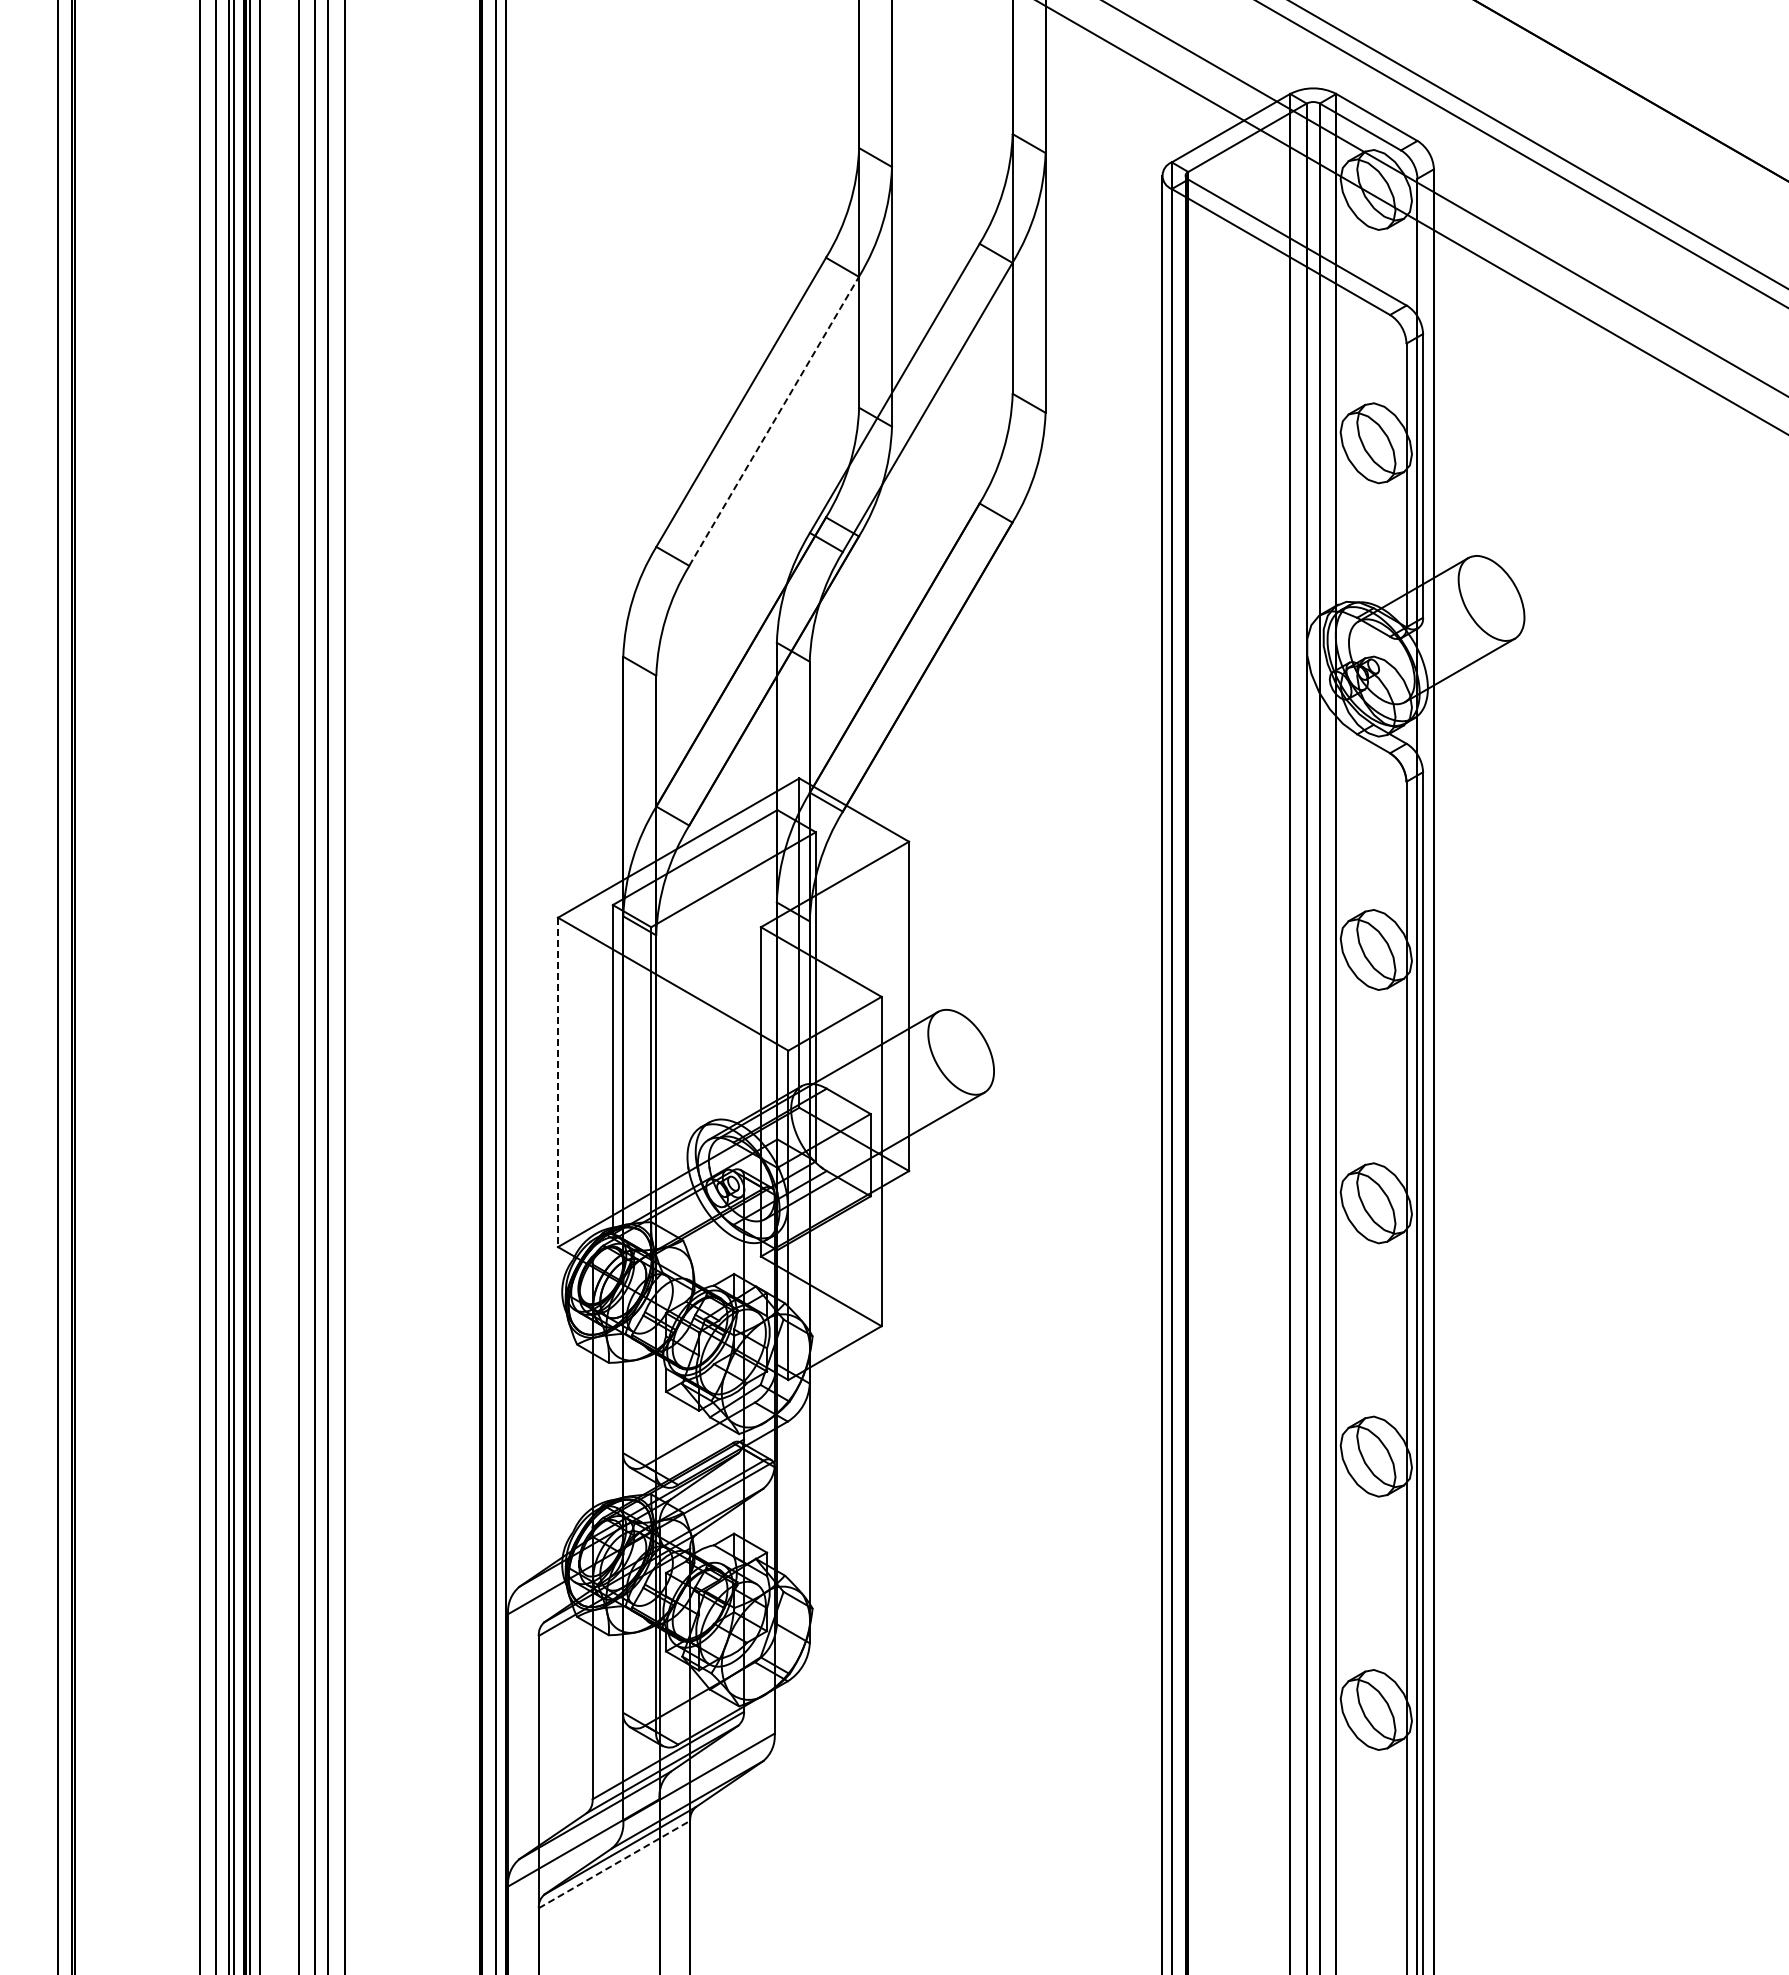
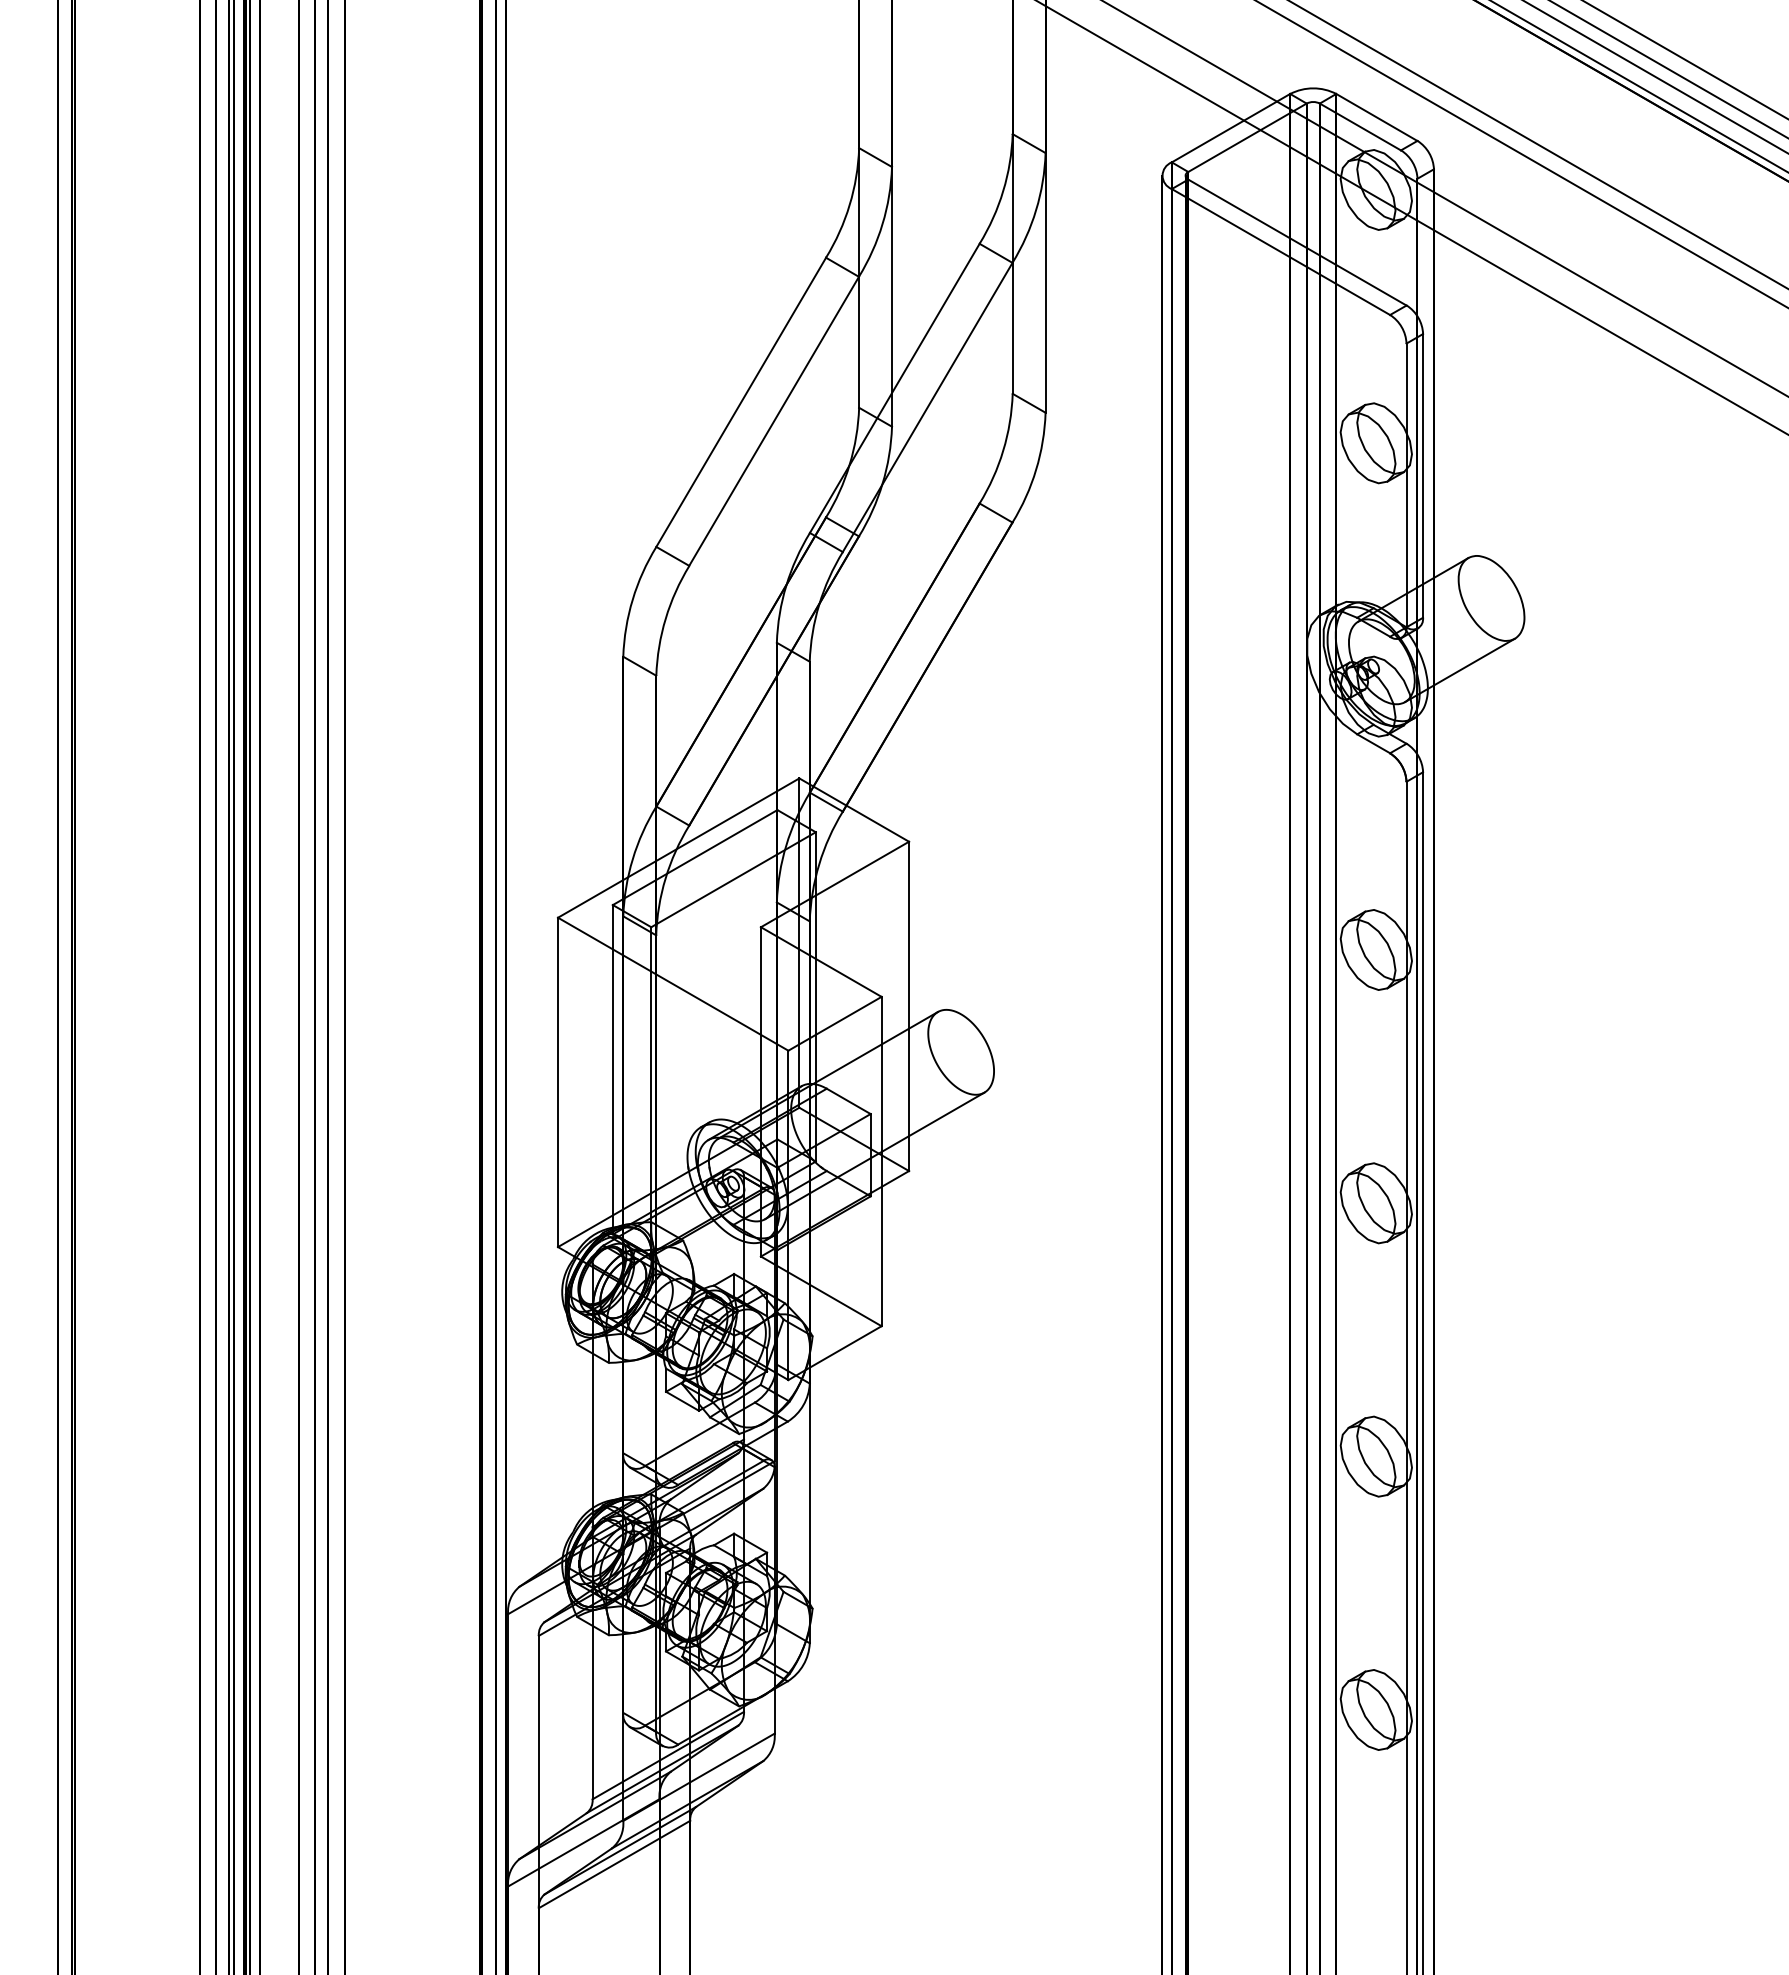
line at (1685, 59): none -> present
line at (1668, 69): none -> present
line at (1655, 76): none -> present
line at (1639, 86): none -> present
line at (774, 421): dashed -> solid
line at (558, 1082): dashed -> solid
line at (614, 1864): dashed -> solid
